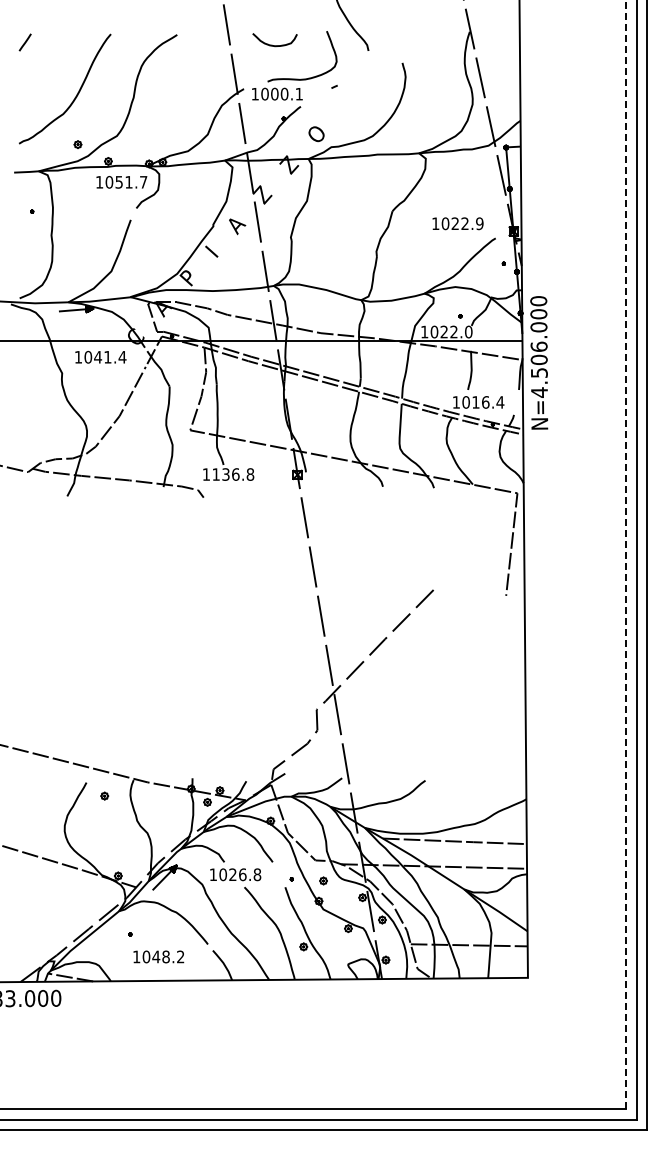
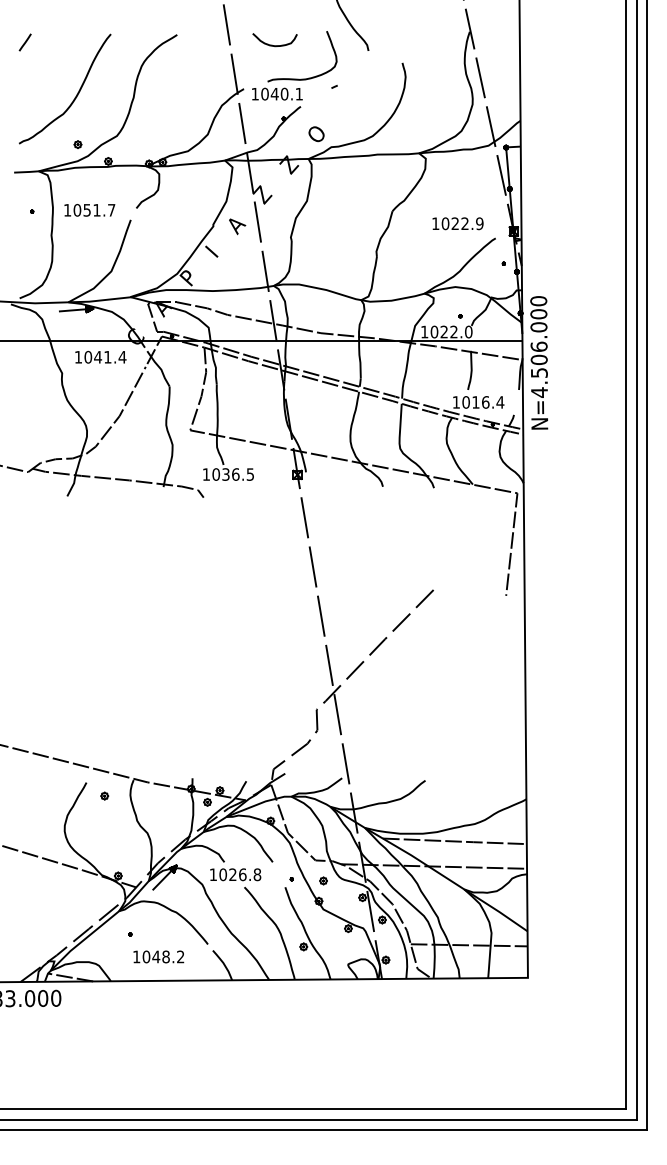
text at (274, 93): 1000.1 -> 1040.1
text at (121, 182) position: (121, 182) -> (89, 210)
text at (233, 474): 1136.8 -> 1036.5
line at (626, 554): dashed -> solid
